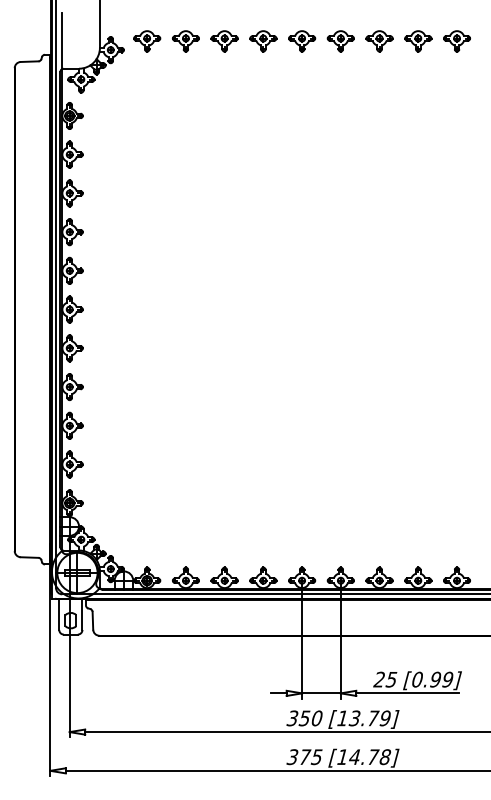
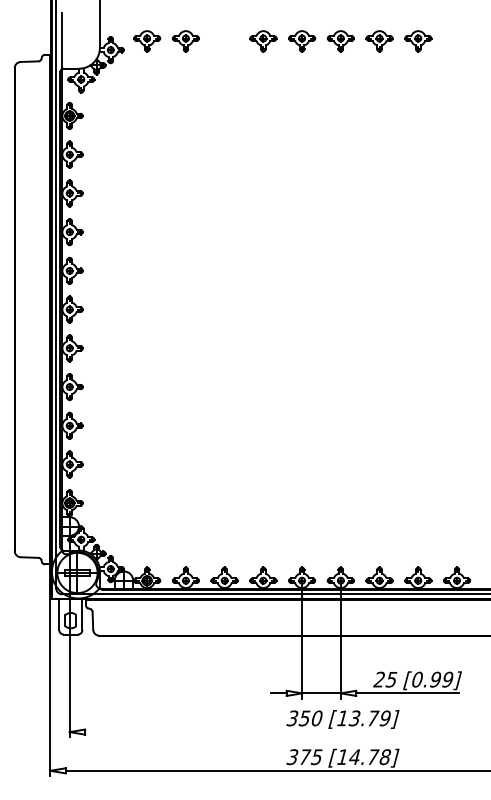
part at (224, 41): present -> none
part at (456, 41): present -> none
line at (286, 732): present -> none
